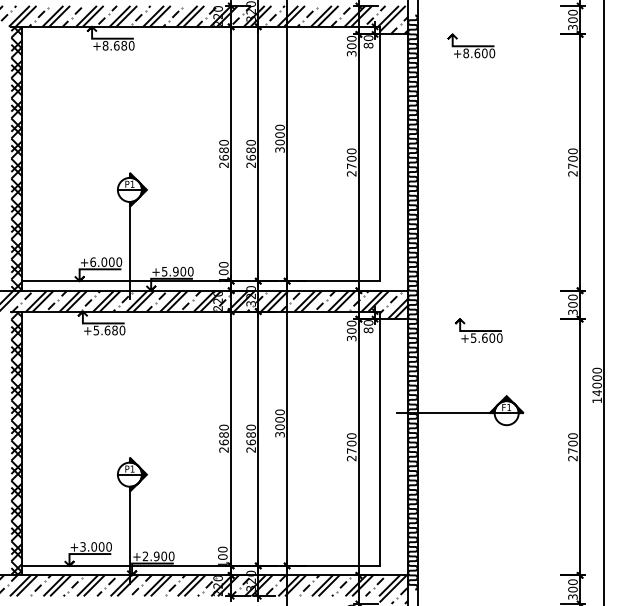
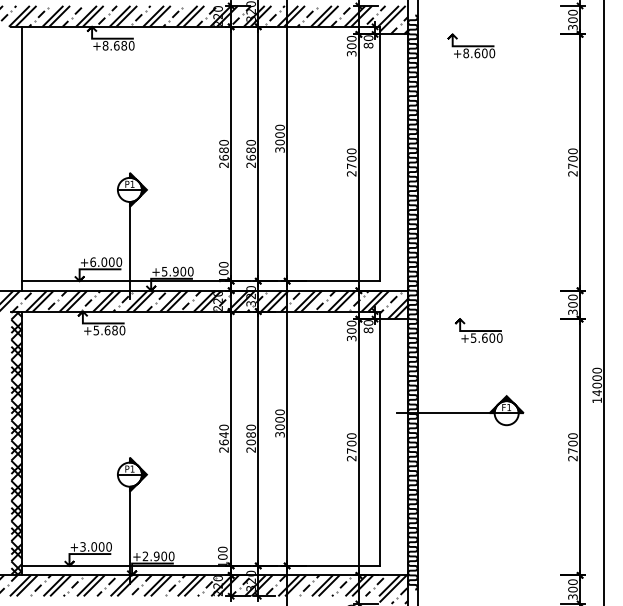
hatch at (16, 158): present -> none
text at (223, 435): 2680 -> 2640
text at (250, 442): 2680 -> 2080
